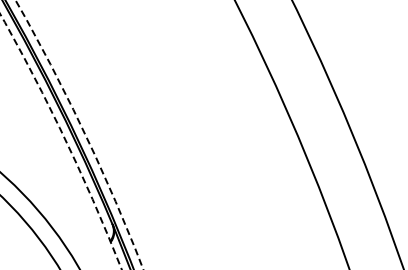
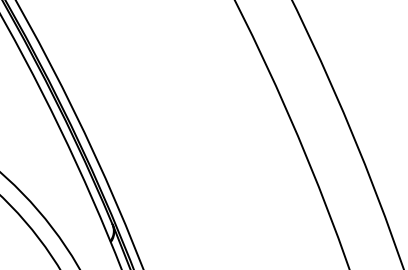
arc at (84, 132): dashed -> solid
arc at (65, 139): dashed -> solid
